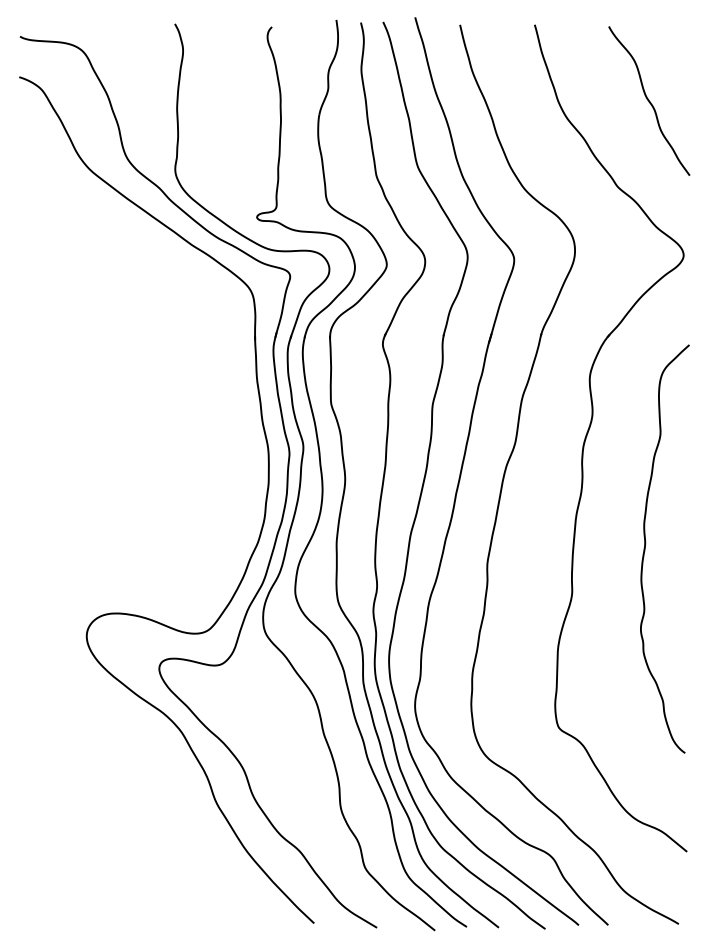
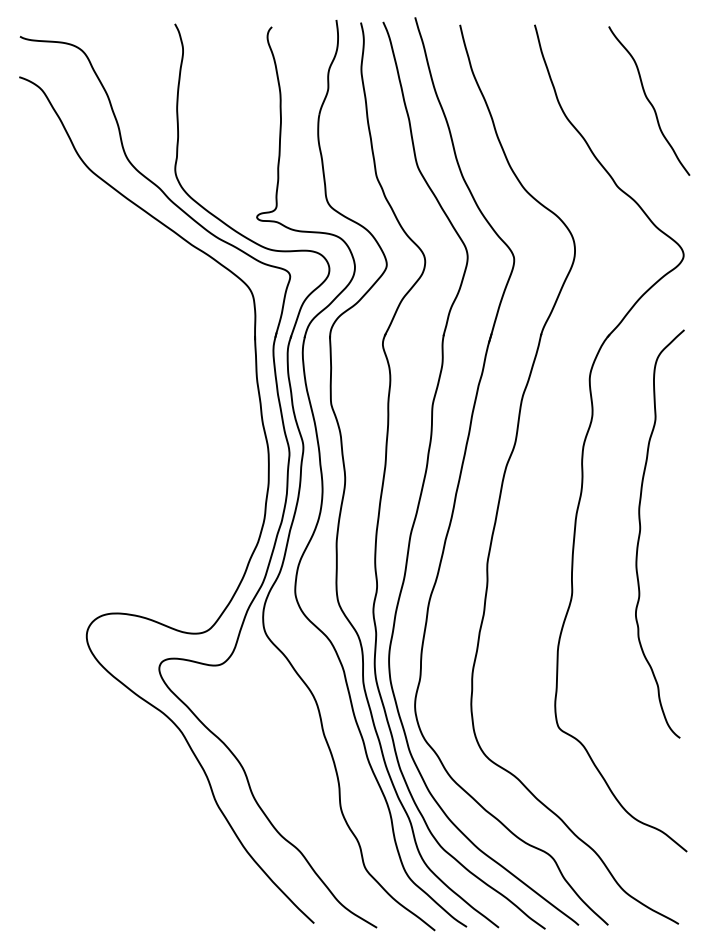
curve at (646, 544) position: (646, 544) -> (641, 529)
